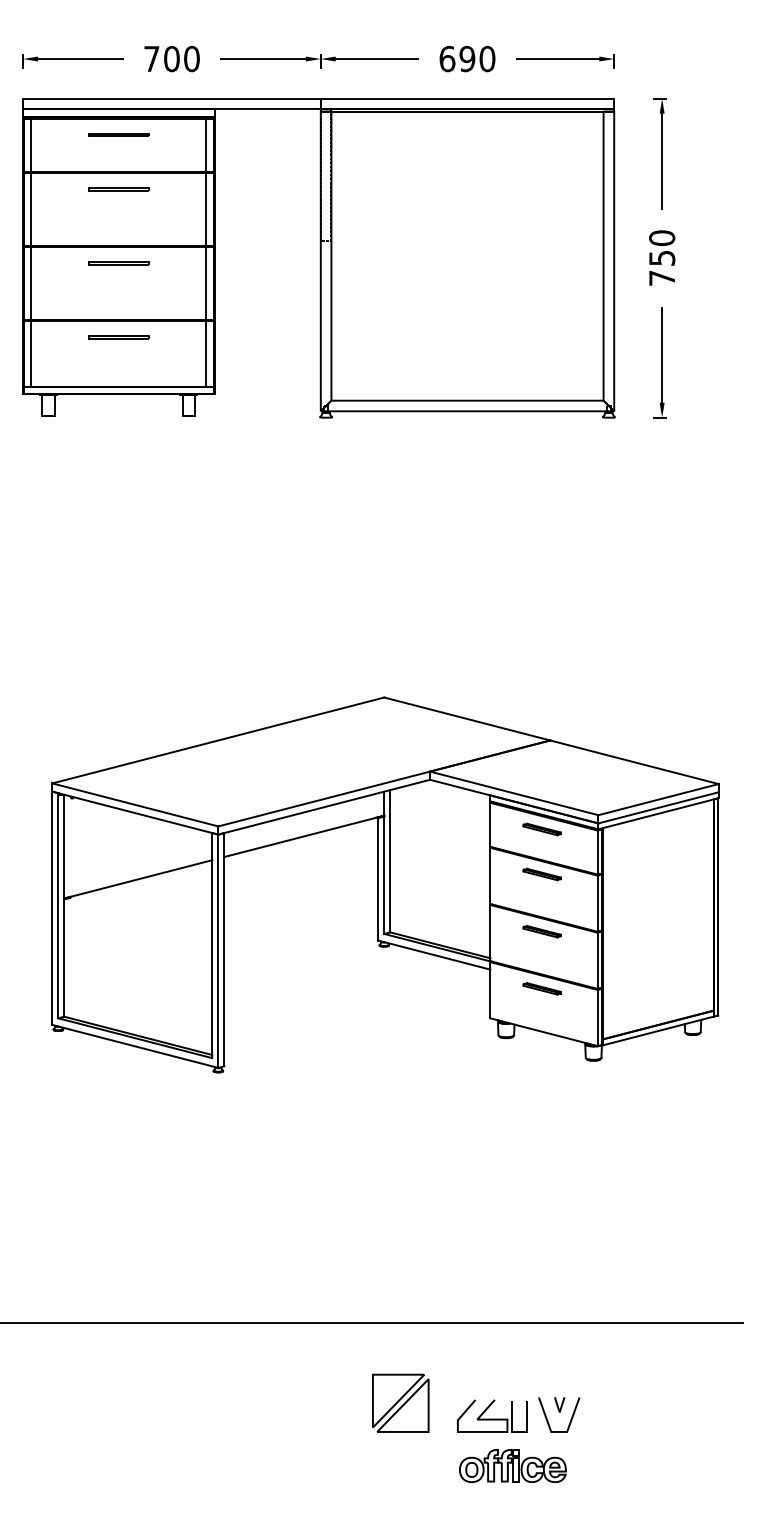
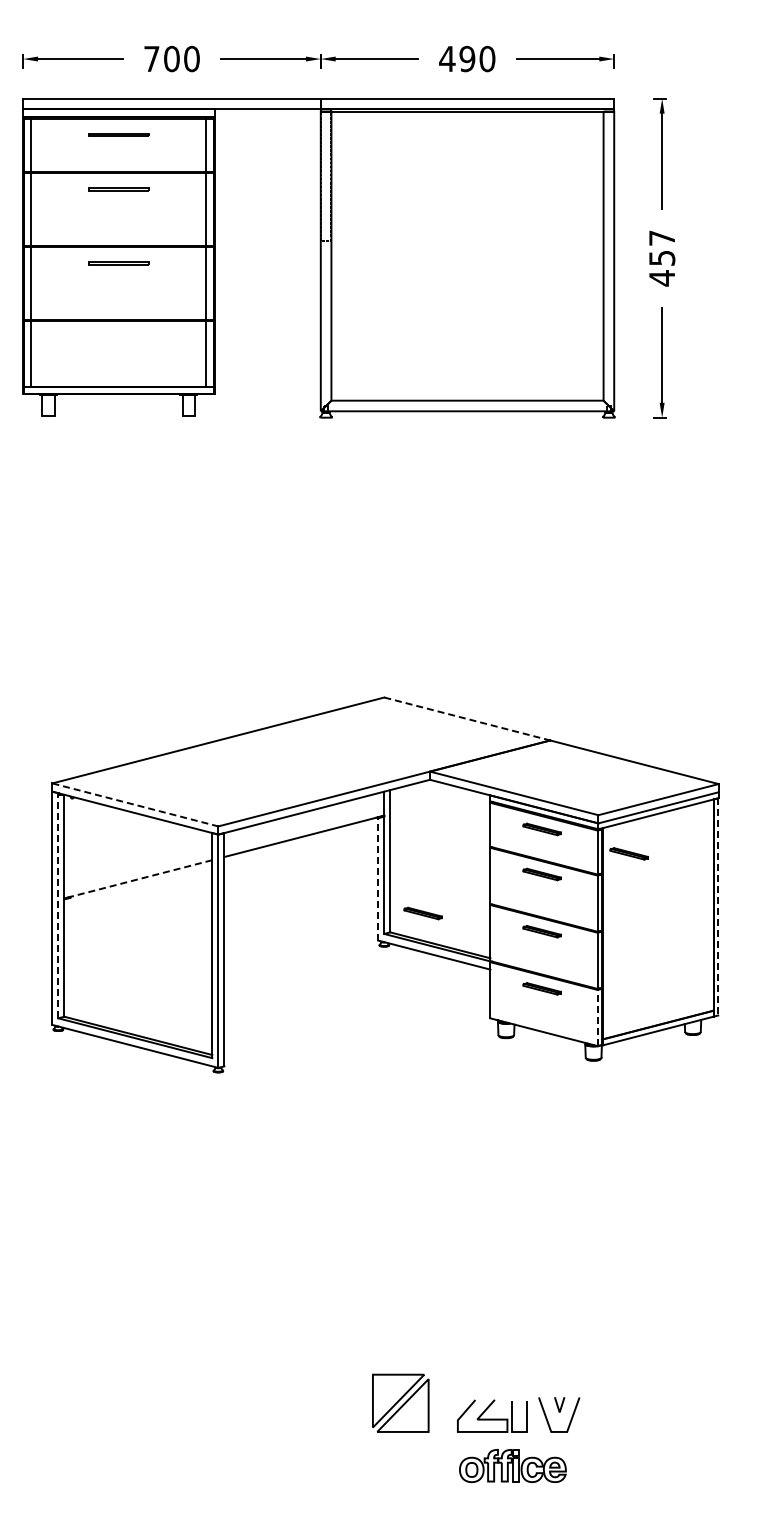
text at (447, 58): 690 -> 490
text at (662, 258): 750 -> 457
line at (118, 336): present -> none
line at (467, 719): solid -> dashed
line at (135, 804): solid -> dashed
part at (628, 853): none -> present
line at (378, 878): solid -> dashed
line at (137, 879): solid -> dashed
line at (58, 905): solid -> dashed
line at (718, 906): solid -> dashed
part at (422, 913): none -> present
line at (597, 1017): solid -> dashed
line at (372, 1322): present -> none
